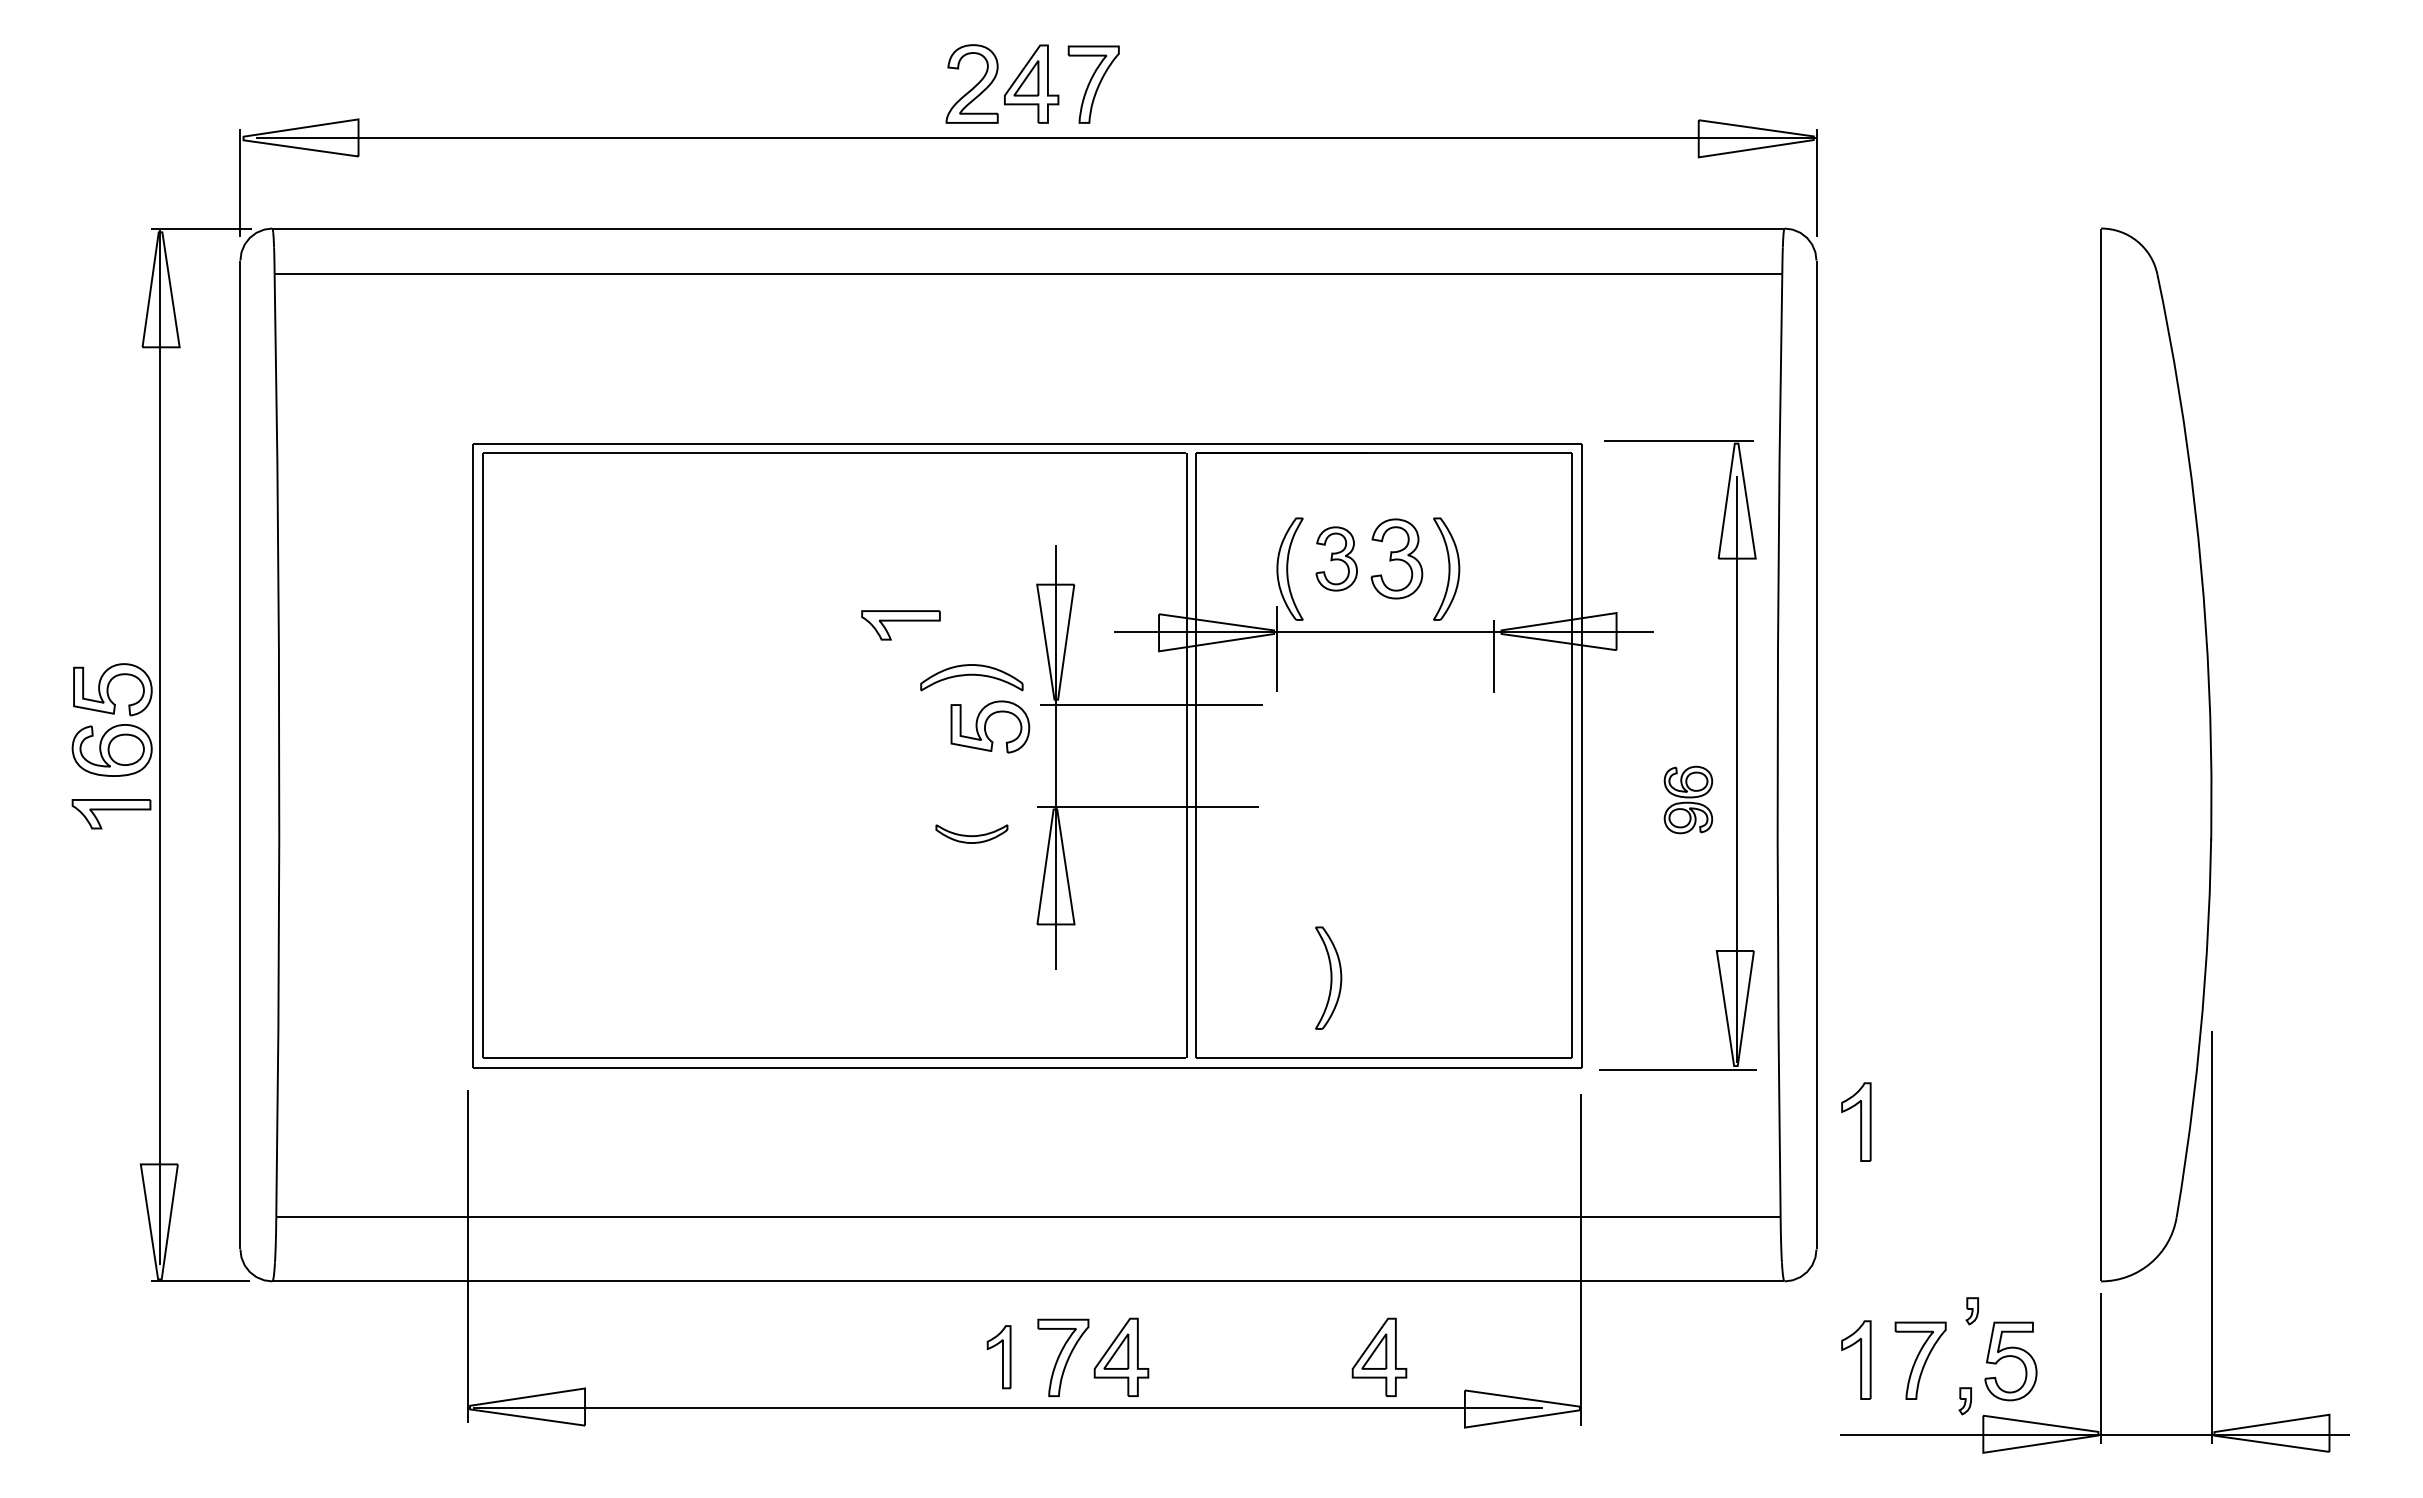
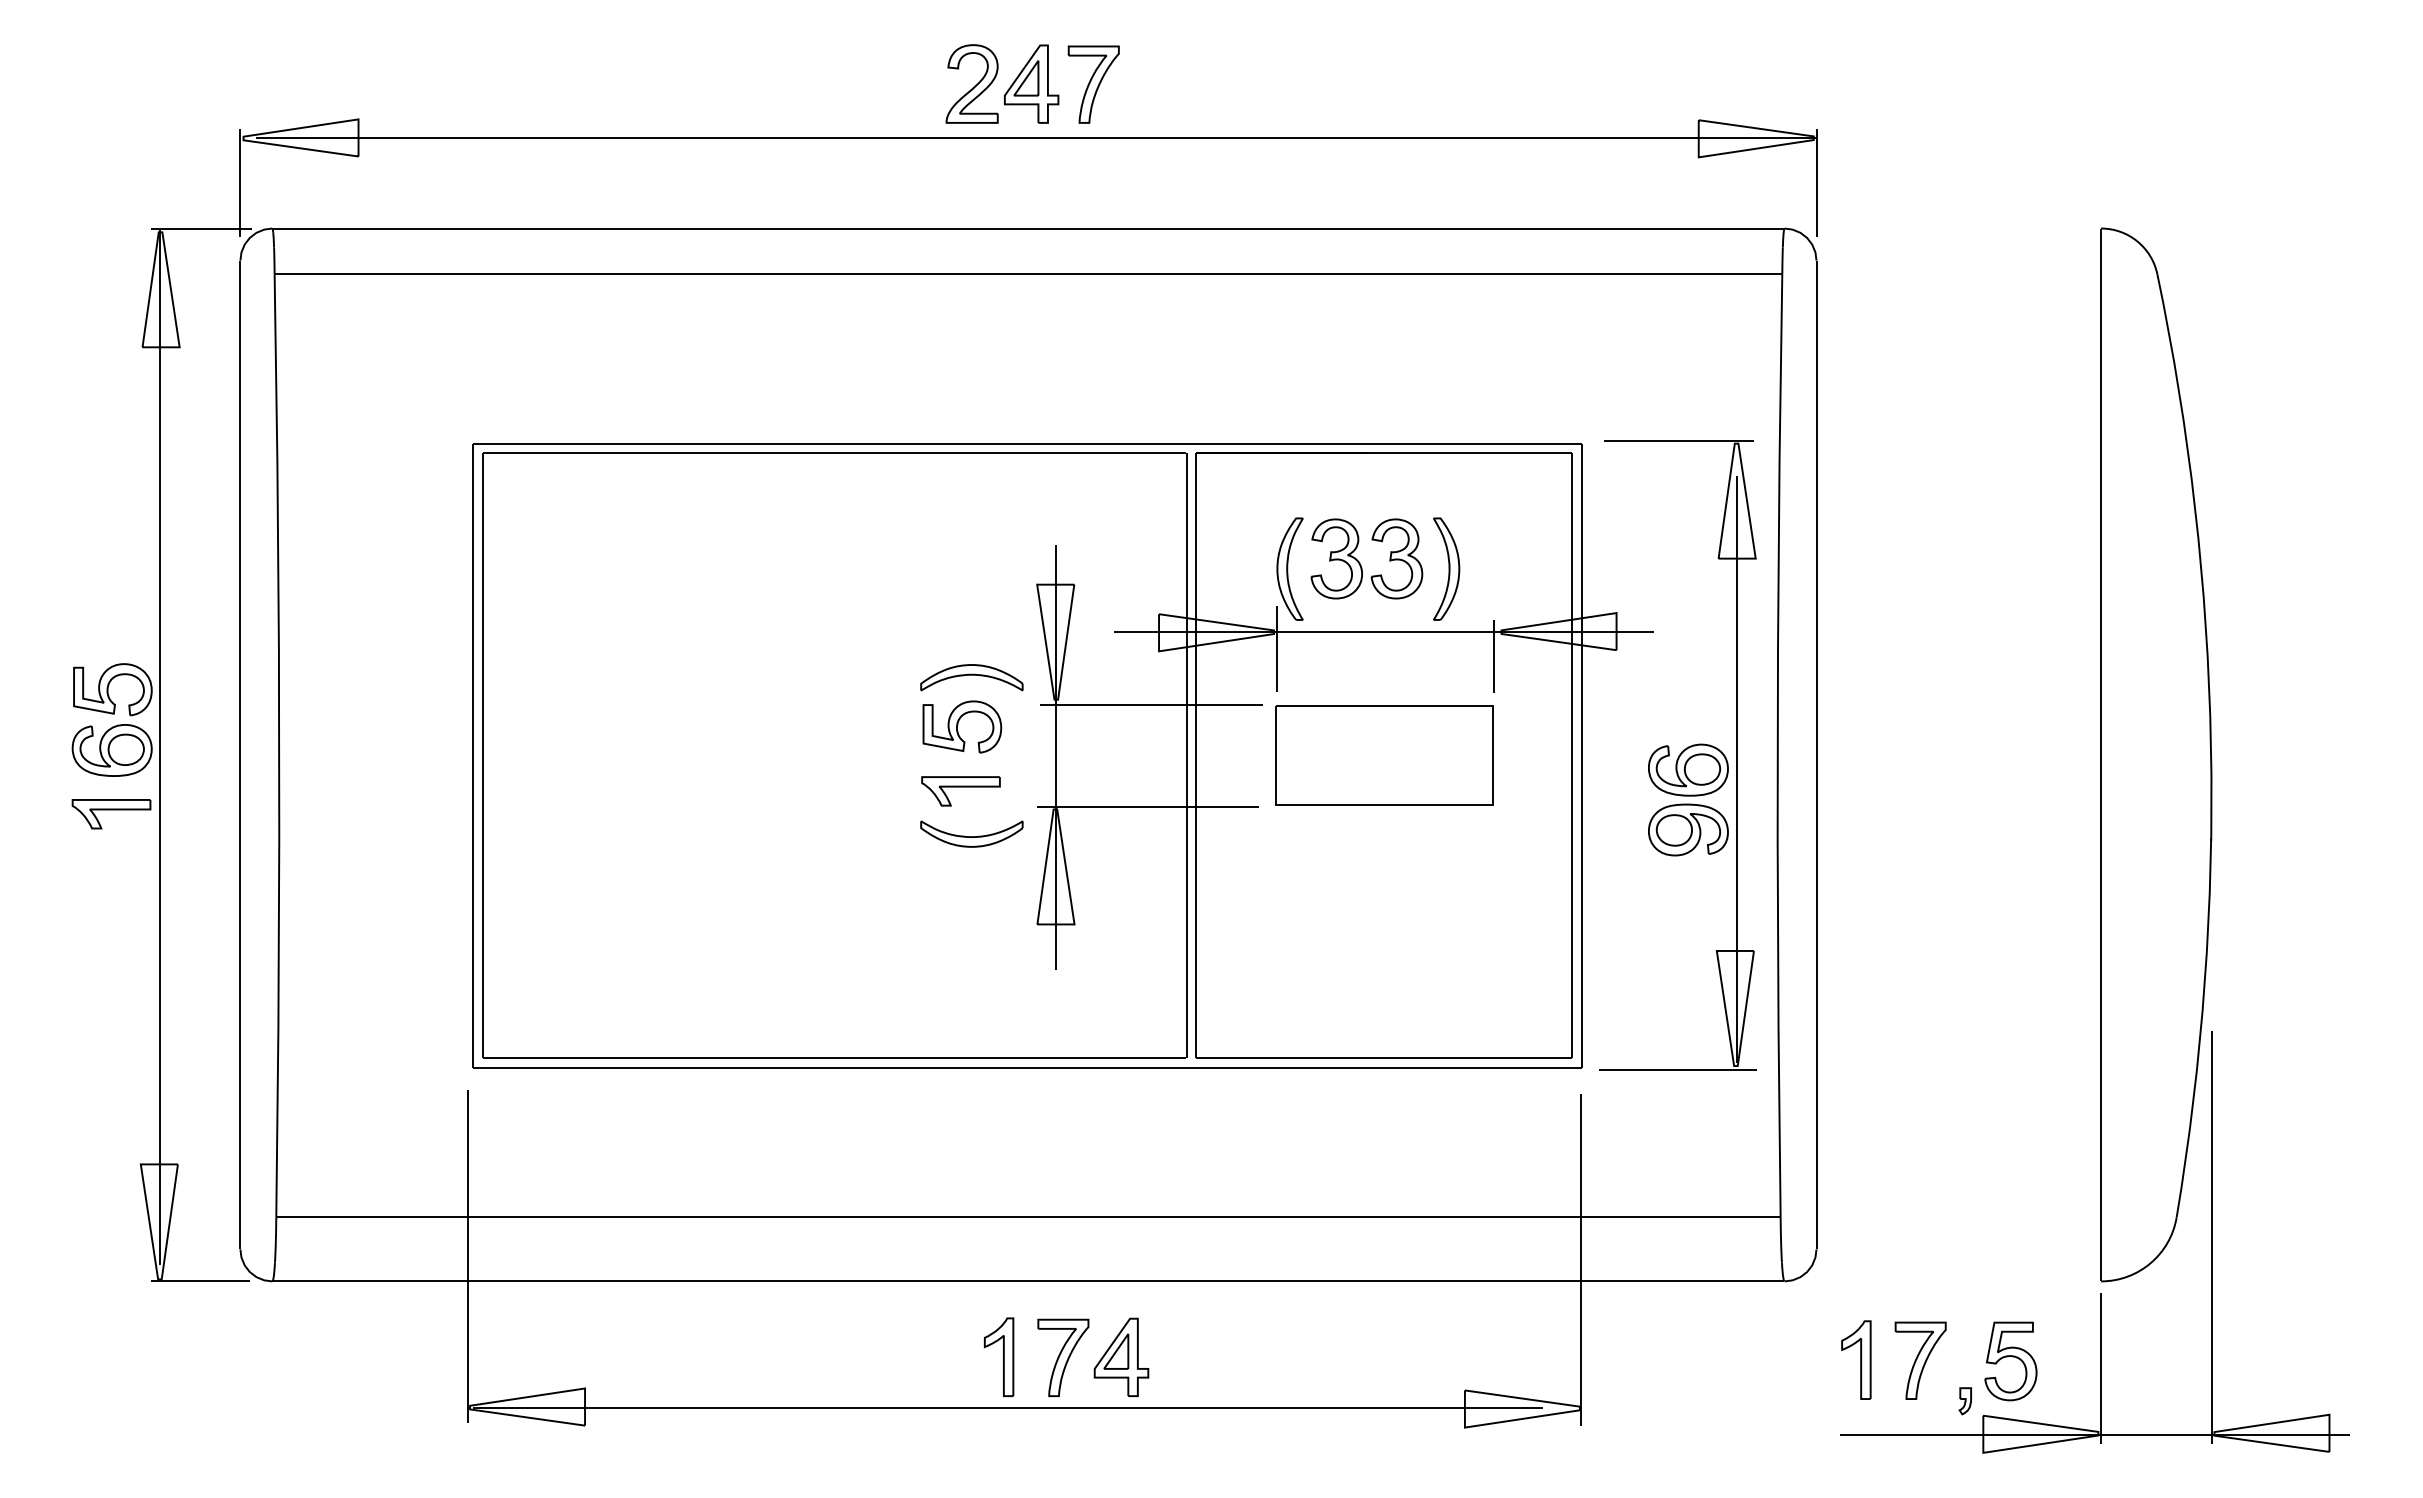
part at (1336, 558) size: 43x66 px -> 53x82 px
part at (900, 625) position: (900, 625) -> (960, 791)
part at (990, 726) position: (990, 726) -> (962, 726)
part at (1384, 755): none -> present
part at (1688, 799) size: 51x70 px -> 81x114 px
part at (971, 833) size: 74x20 px -> 104x28 px
part at (1328, 977): present -> none
part at (1856, 1121): present -> none
part at (1971, 1311): present -> none
part at (1379, 1356): present -> none
part at (998, 1357) size: 26x65 px -> 31x80 px
